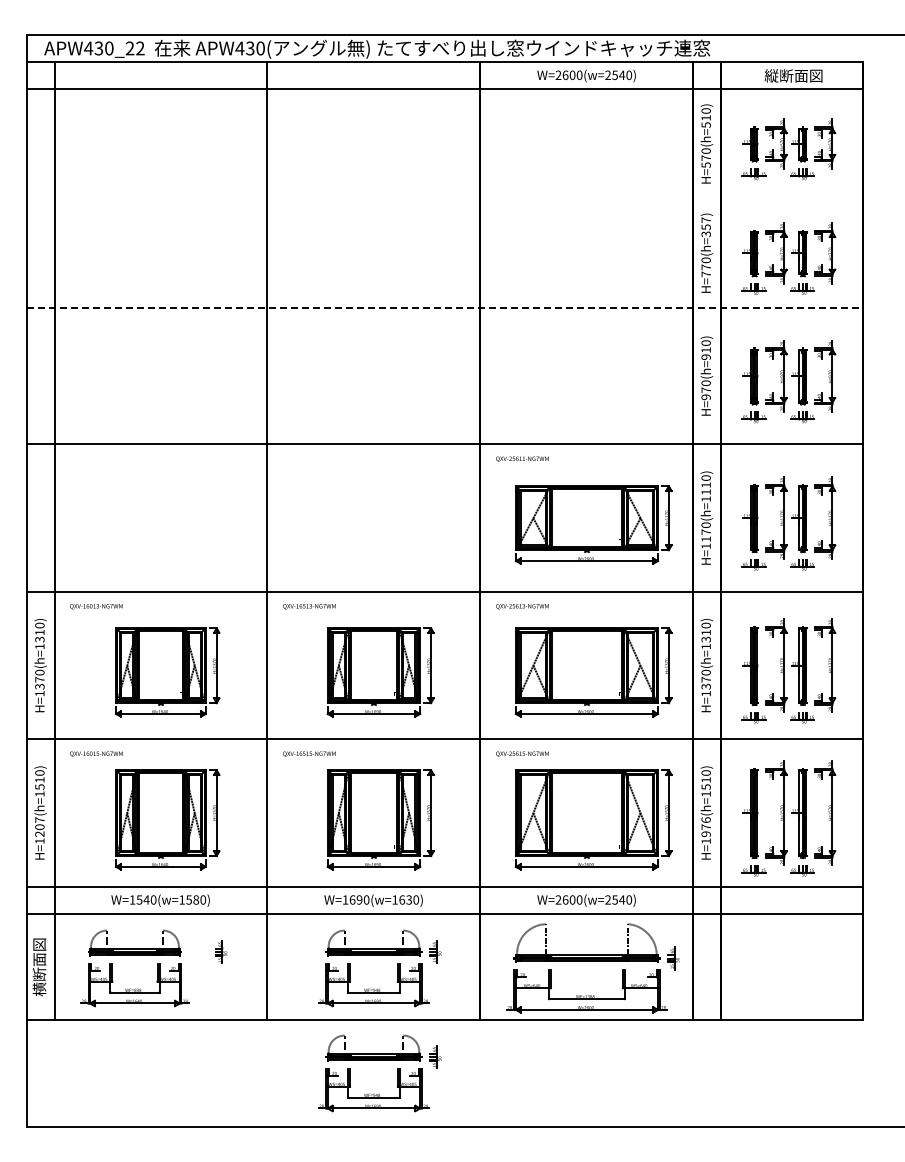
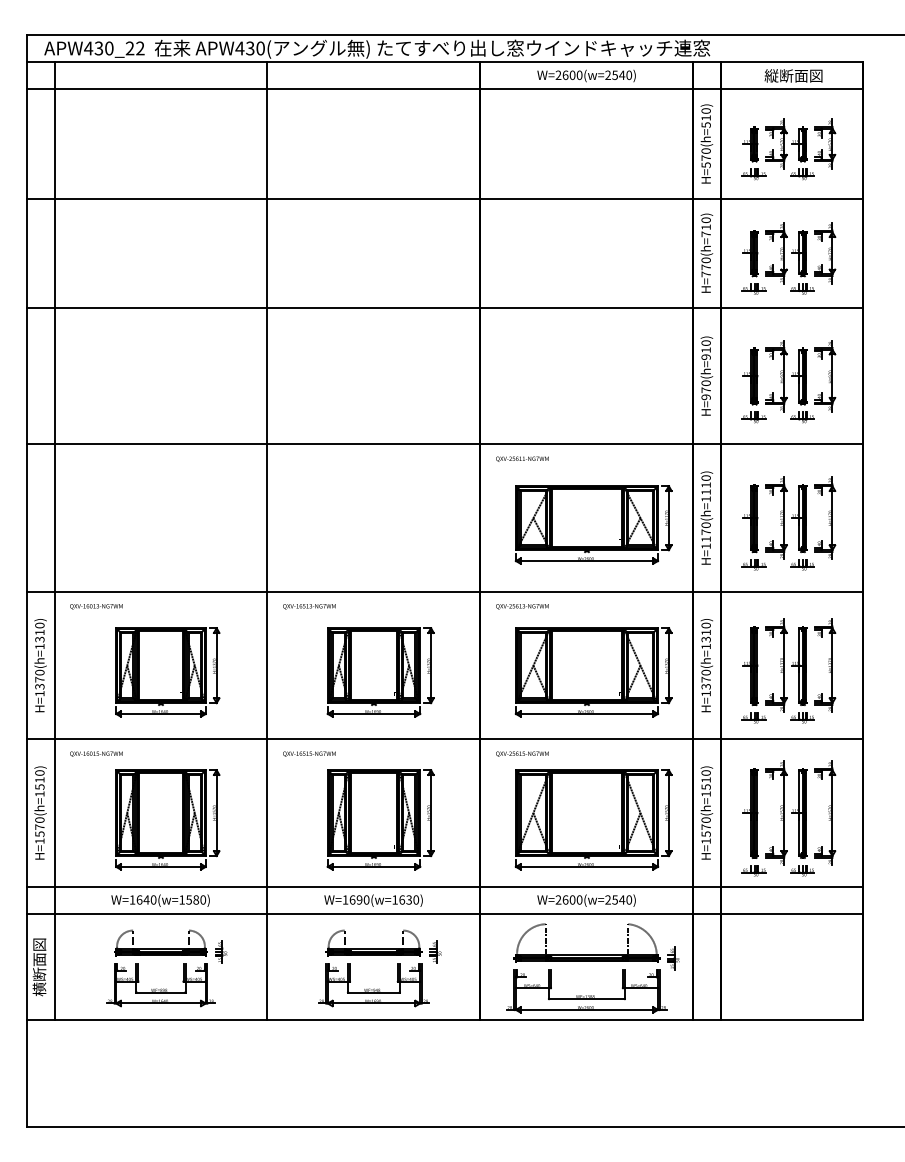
line at (444, 198): none -> present
text at (705, 227): H=770(h=357) -> H=770(h=710)
line at (444, 307): dashed -> solid
text at (39, 827): H=1207(h=1510) -> H=1570(h=1510)
text at (705, 827): H=1976(h=1510) -> H=1570(h=1510)
text at (139, 899): W=1540(w=1580) -> W=1640(w=1580)
part at (134, 955) position: (134, 955) -> (160, 955)
part at (379, 1060): present -> none
